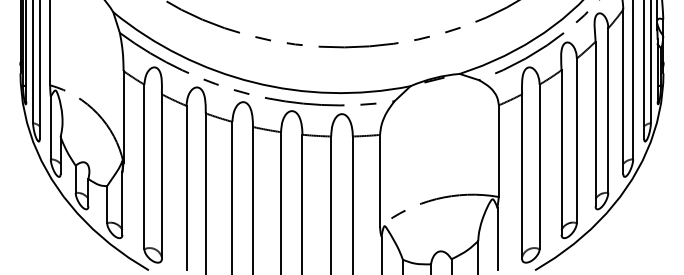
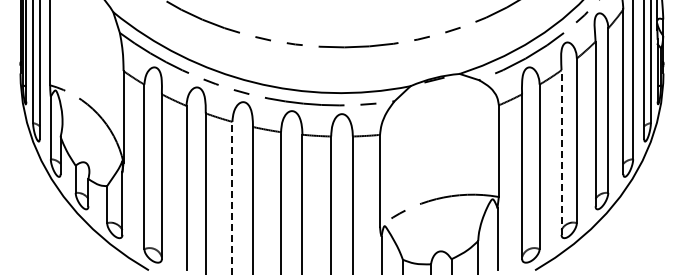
line at (561, 152): solid -> dashed
line at (232, 197): solid -> dashed
